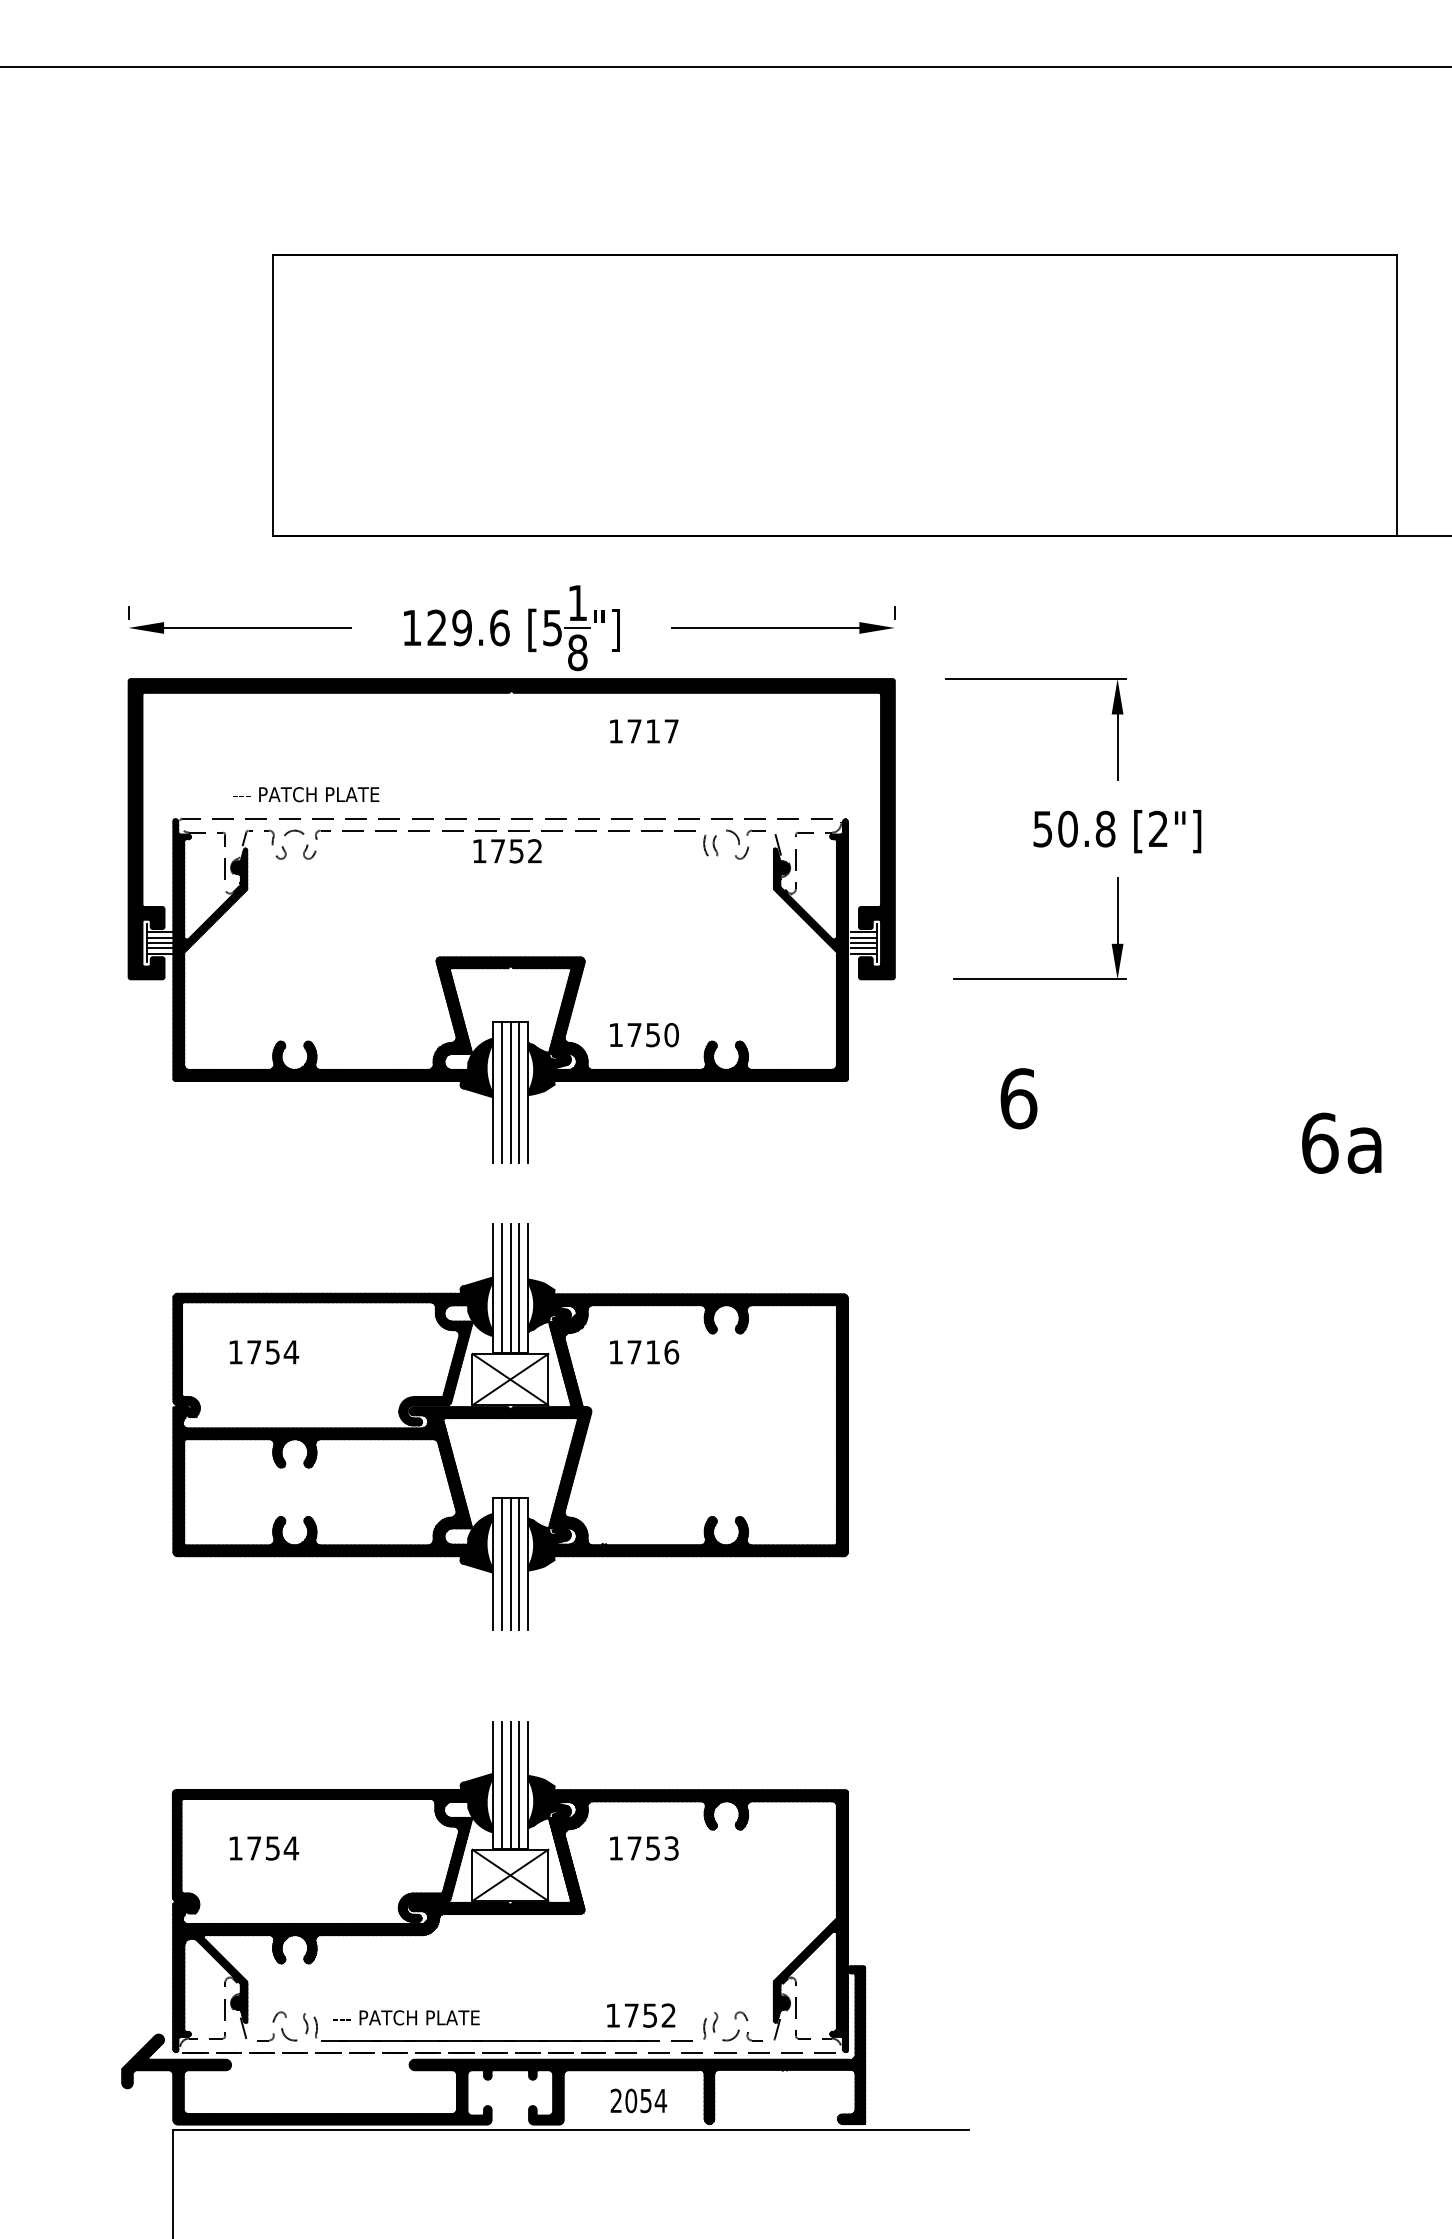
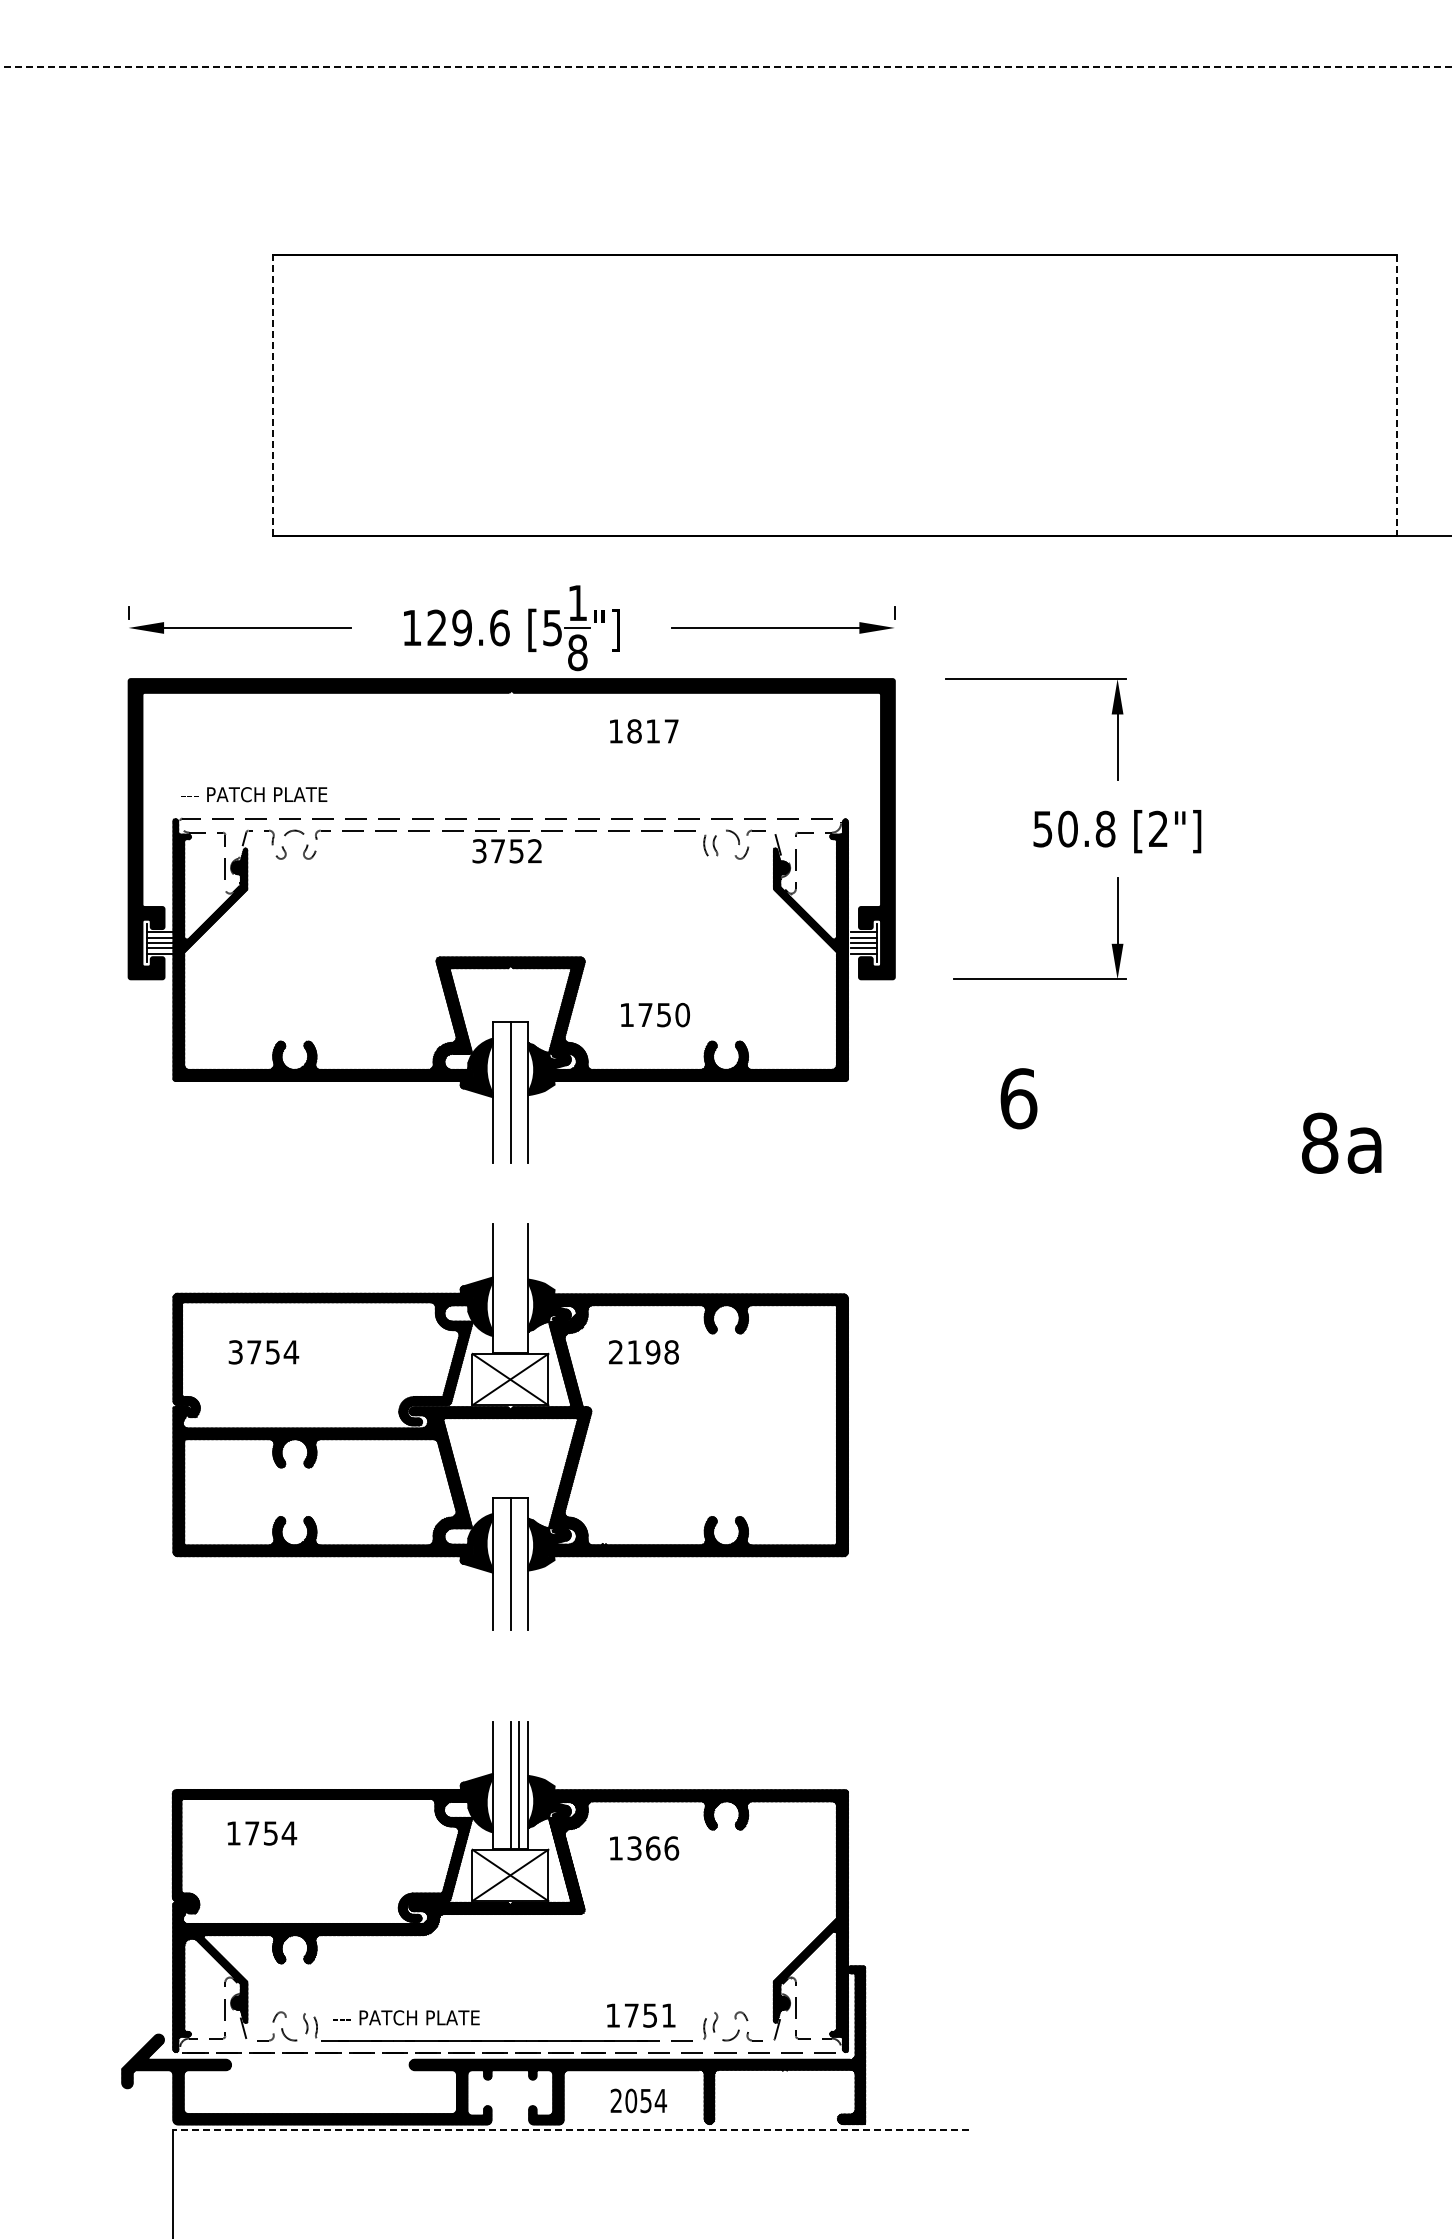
line at (726, 67): solid -> dashed
line at (273, 394): solid -> dashed
line at (1396, 395): solid -> dashed
text at (634, 731): 1717 -> 1817
text at (306, 794) position: (306, 794) -> (254, 794)
text at (479, 851): 1752 -> 3752
text at (644, 1035) position: (644, 1035) -> (655, 1015)
line at (501, 1092): present -> none
line at (519, 1092): present -> none
text at (1320, 1142): 6a -> 8a
line at (501, 1288): present -> none
line at (510, 1288): present -> none
line at (519, 1288): present -> none
text at (235, 1352): 1754 -> 3754
text at (644, 1352): 1716 -> 2198
line at (501, 1563): present -> none
line at (519, 1563): present -> none
line at (501, 1784): present -> none
text at (264, 1848) position: (264, 1848) -> (262, 1833)
text at (653, 1848): 1753 -> 1366
text at (668, 2015): 1752 -> 1751
line at (571, 2129): solid -> dashed
